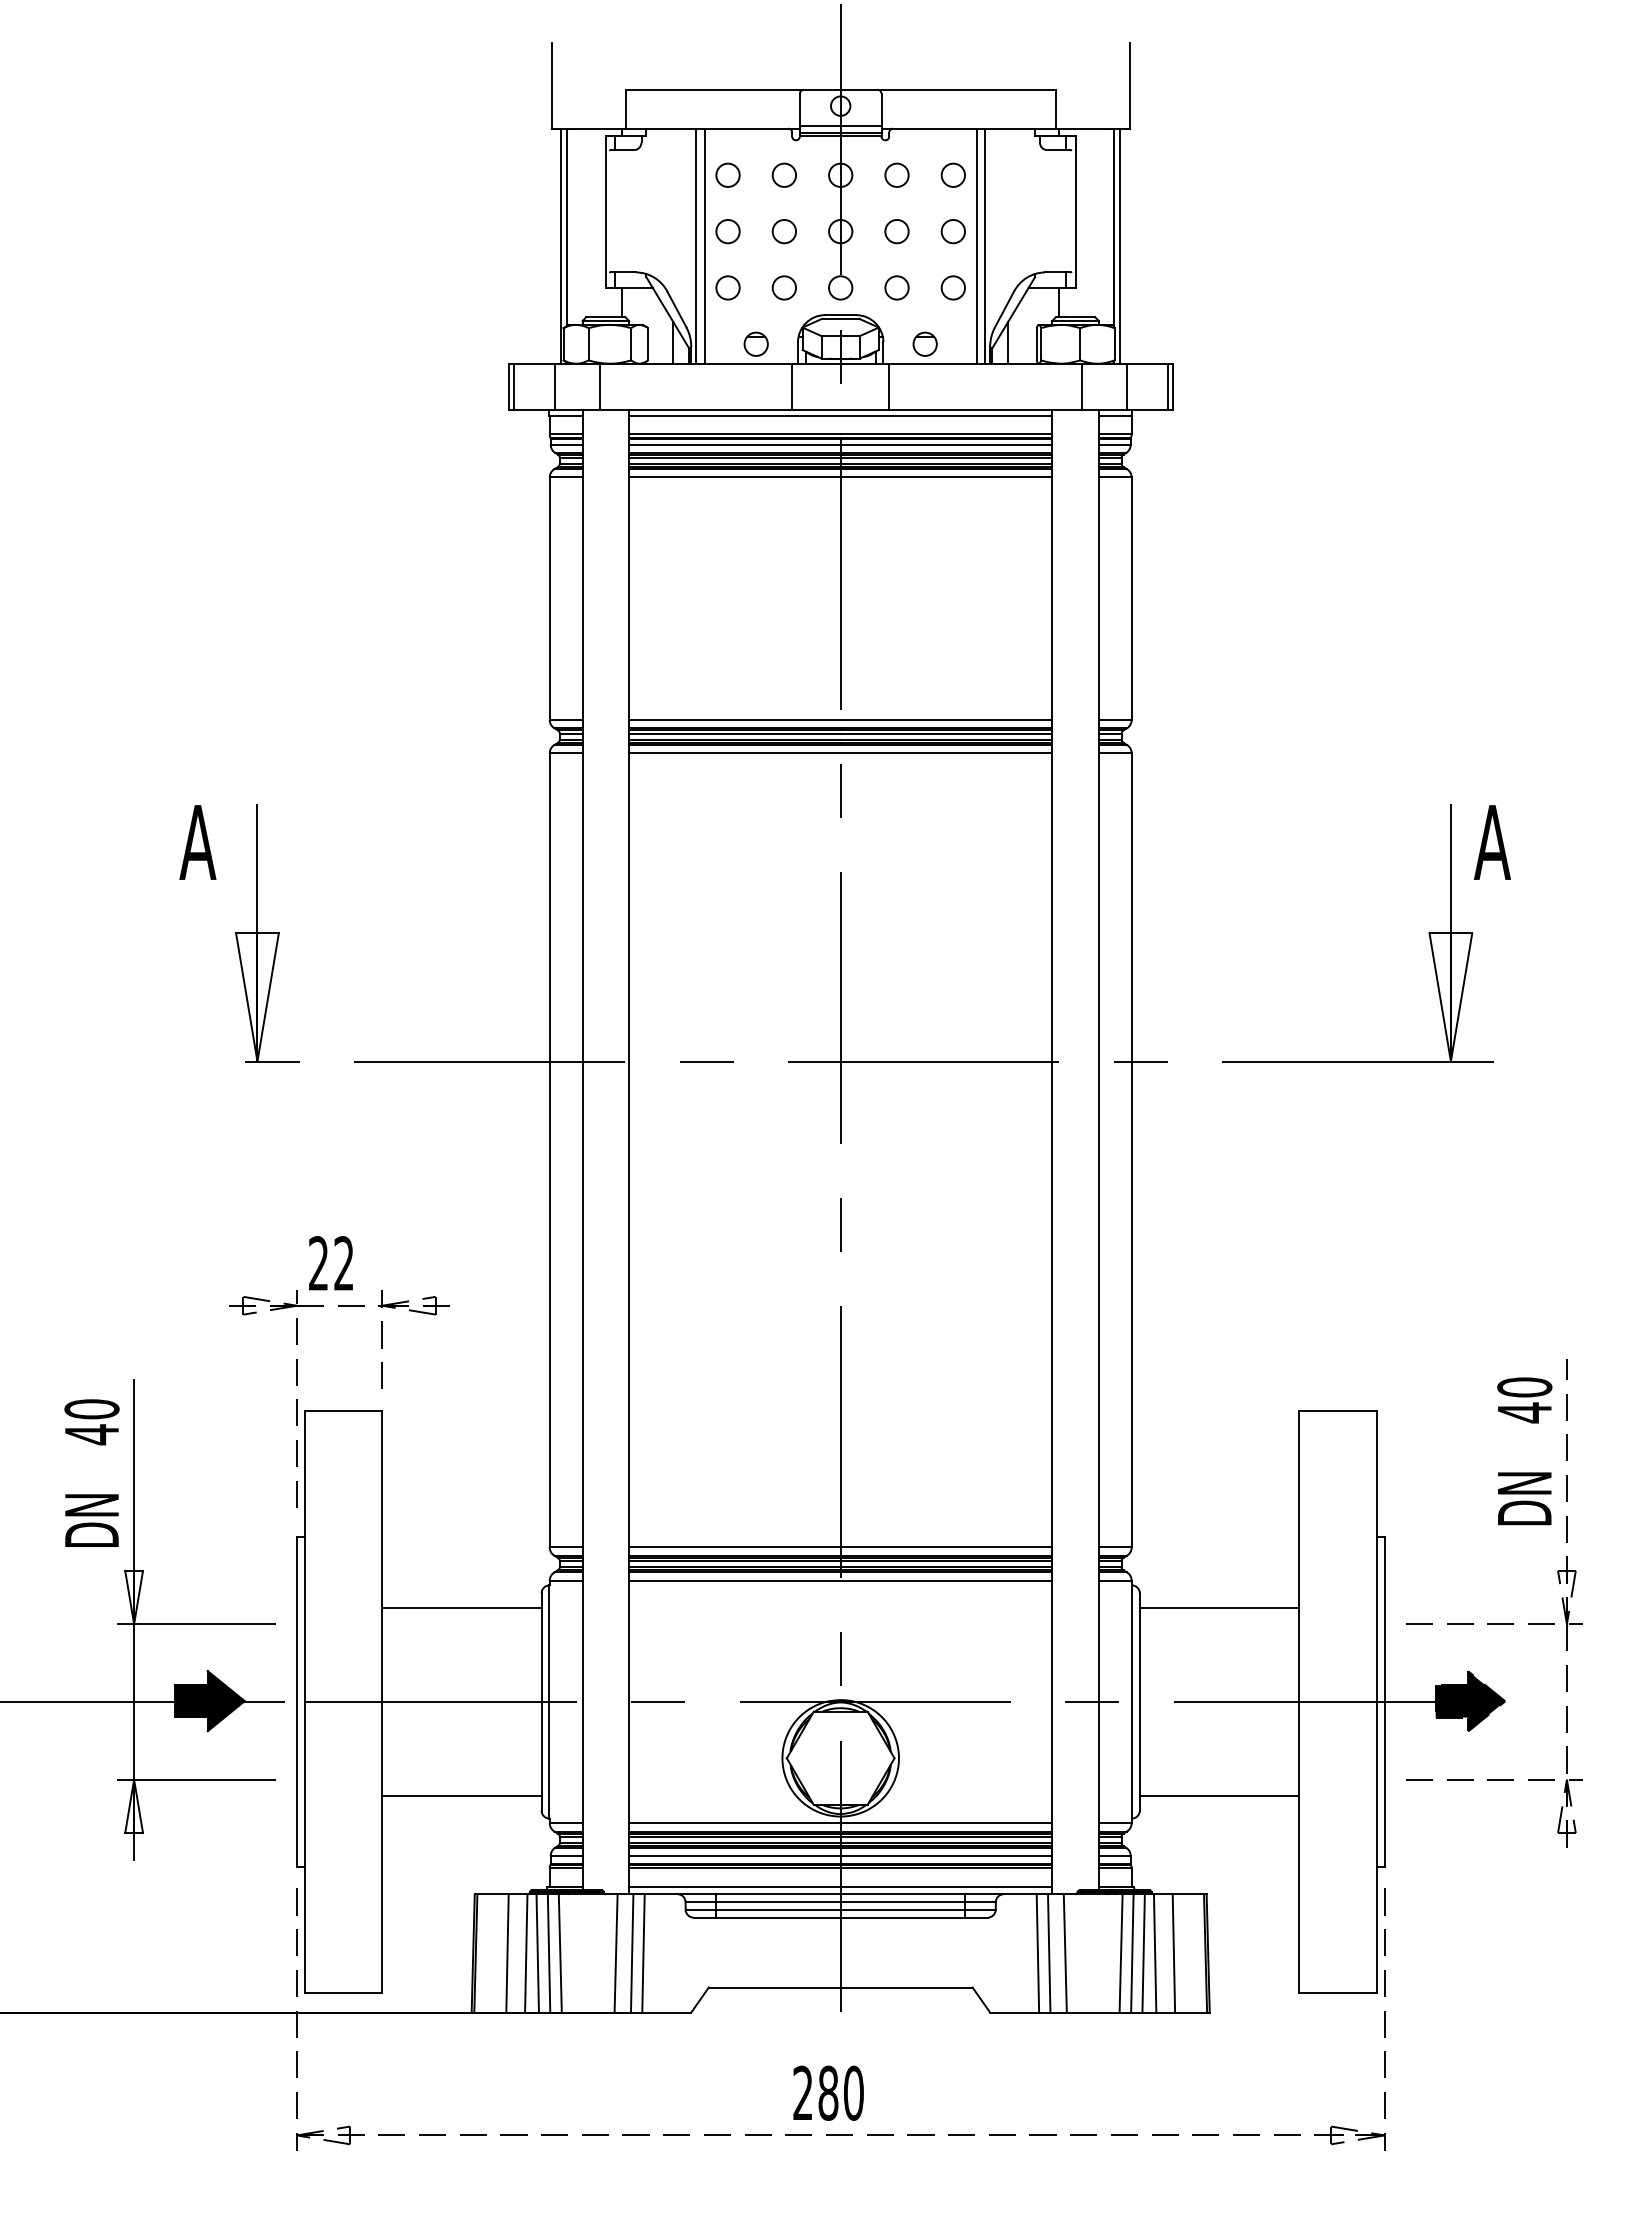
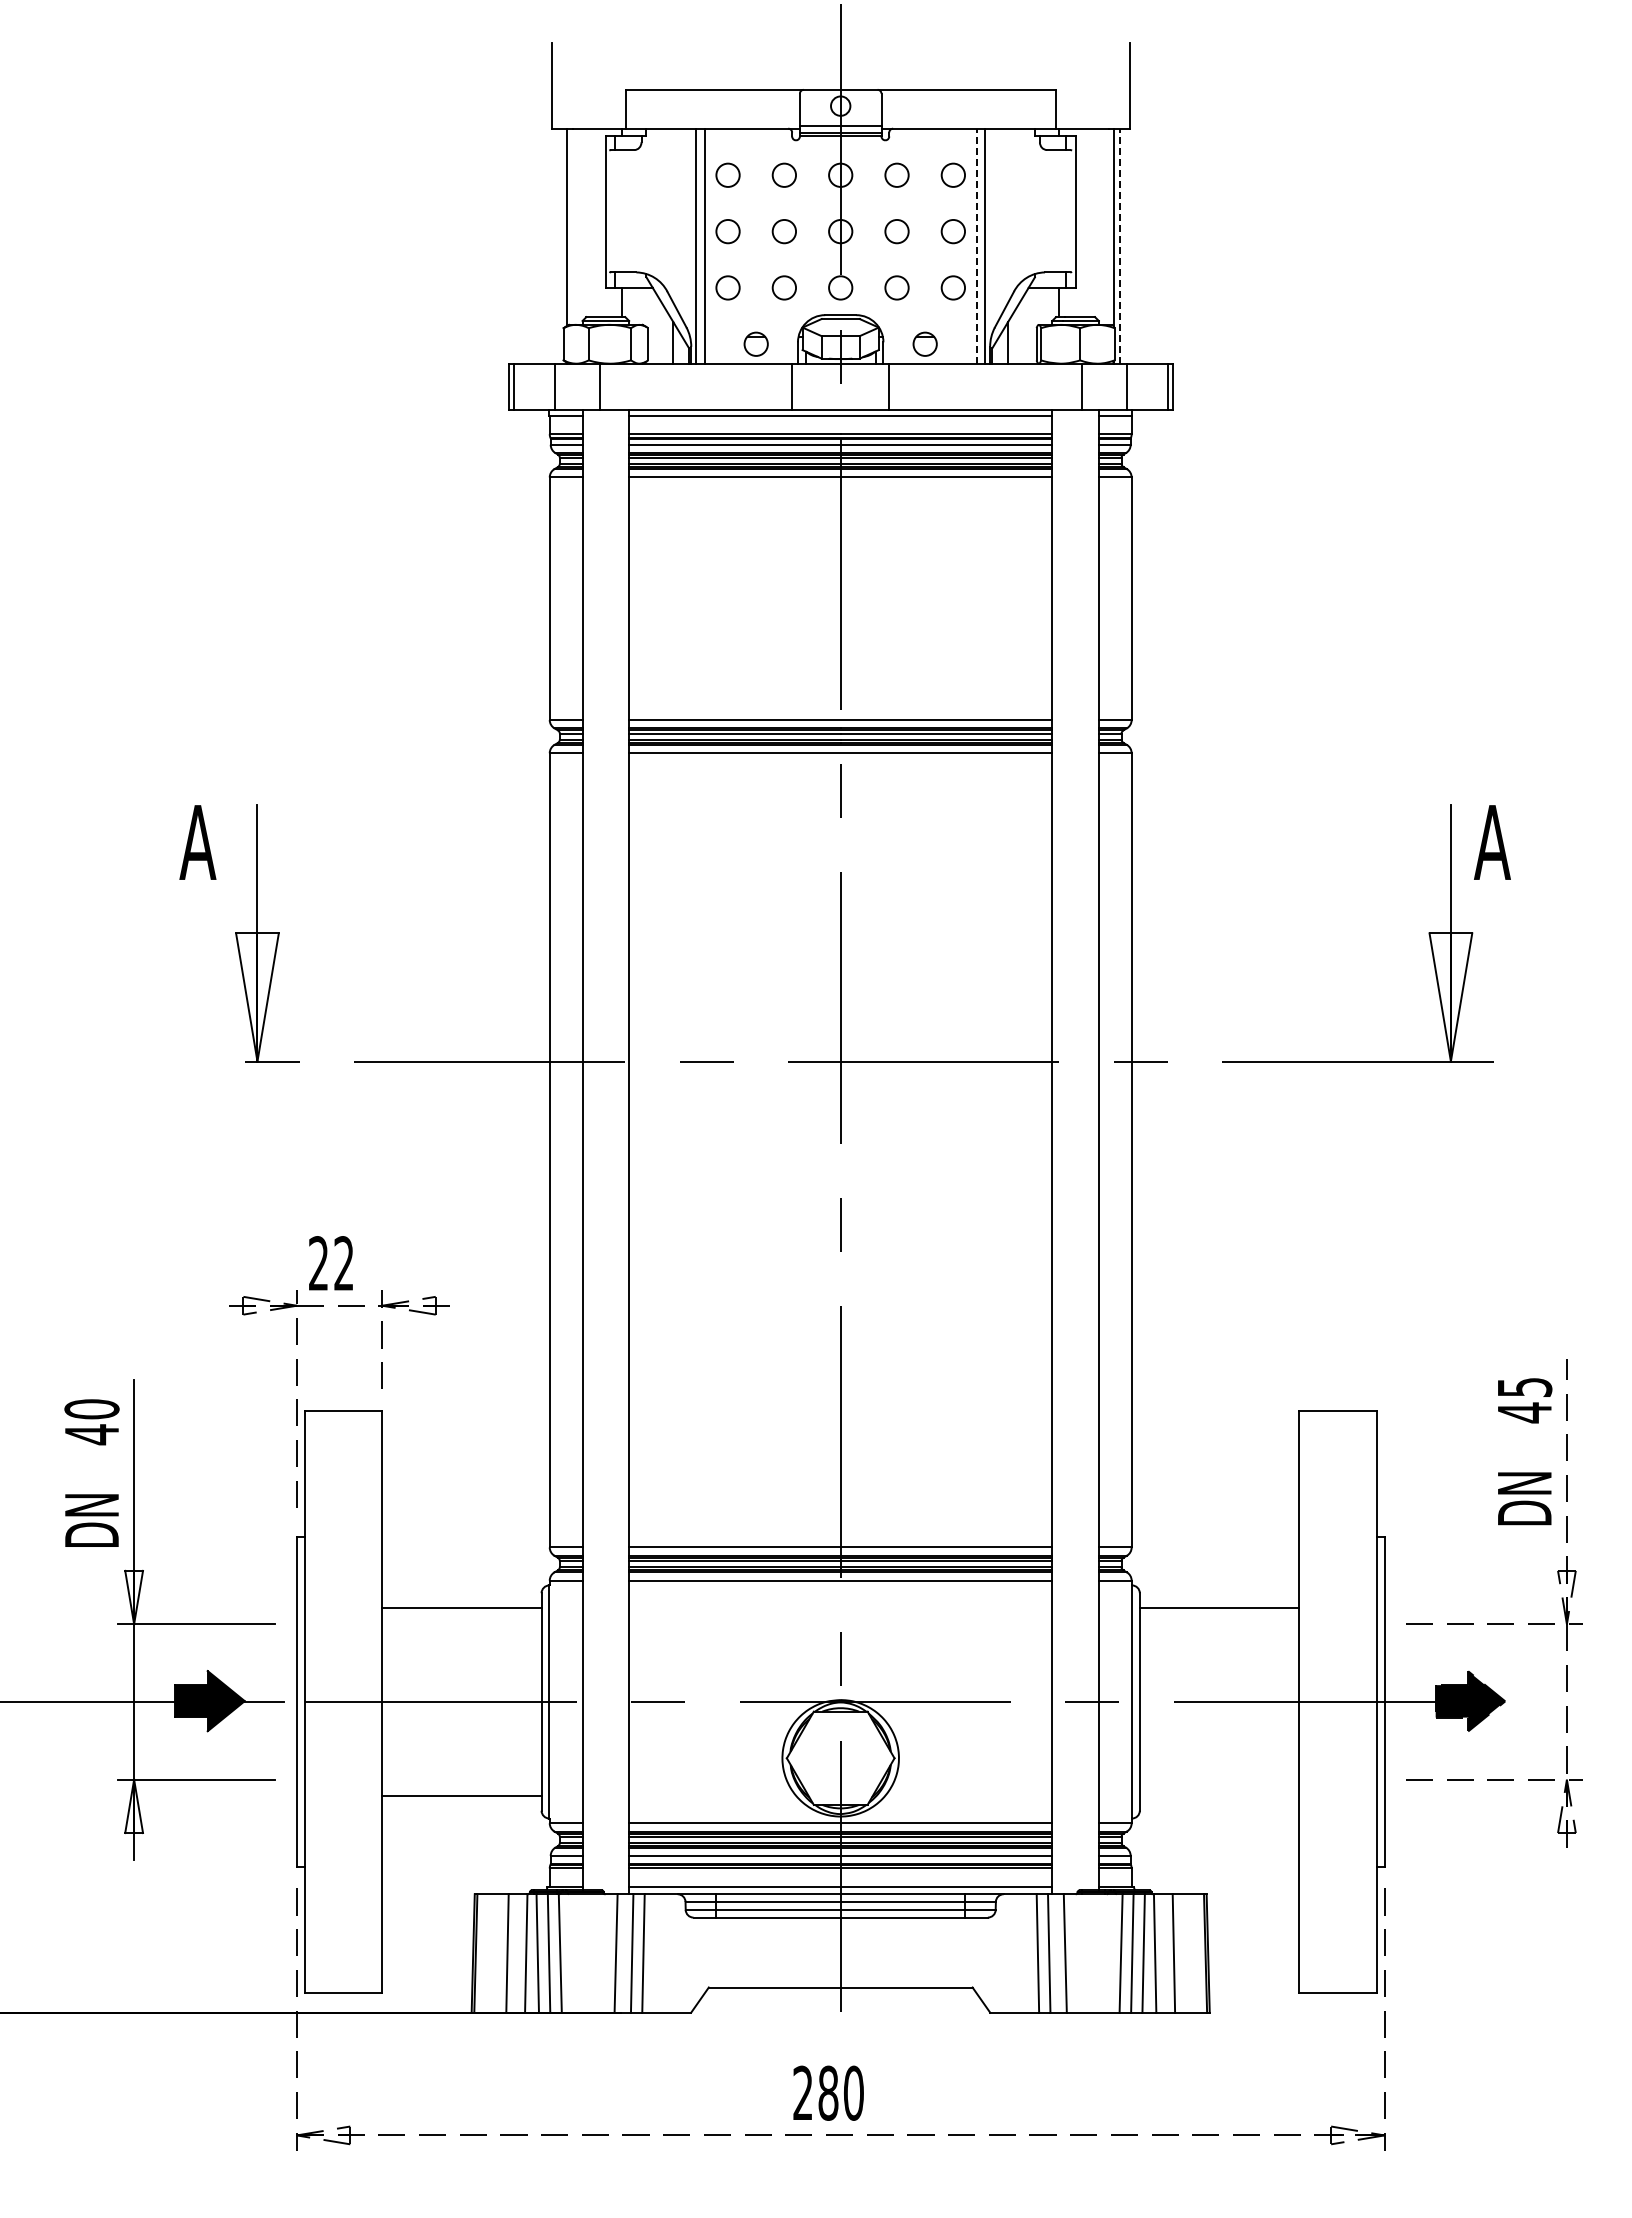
line at (561, 245): present -> none
line at (976, 246): solid -> dashed
line at (1120, 246): solid -> dashed
text at (1524, 1387): 40 -> 45
line at (1219, 1795): present -> none
